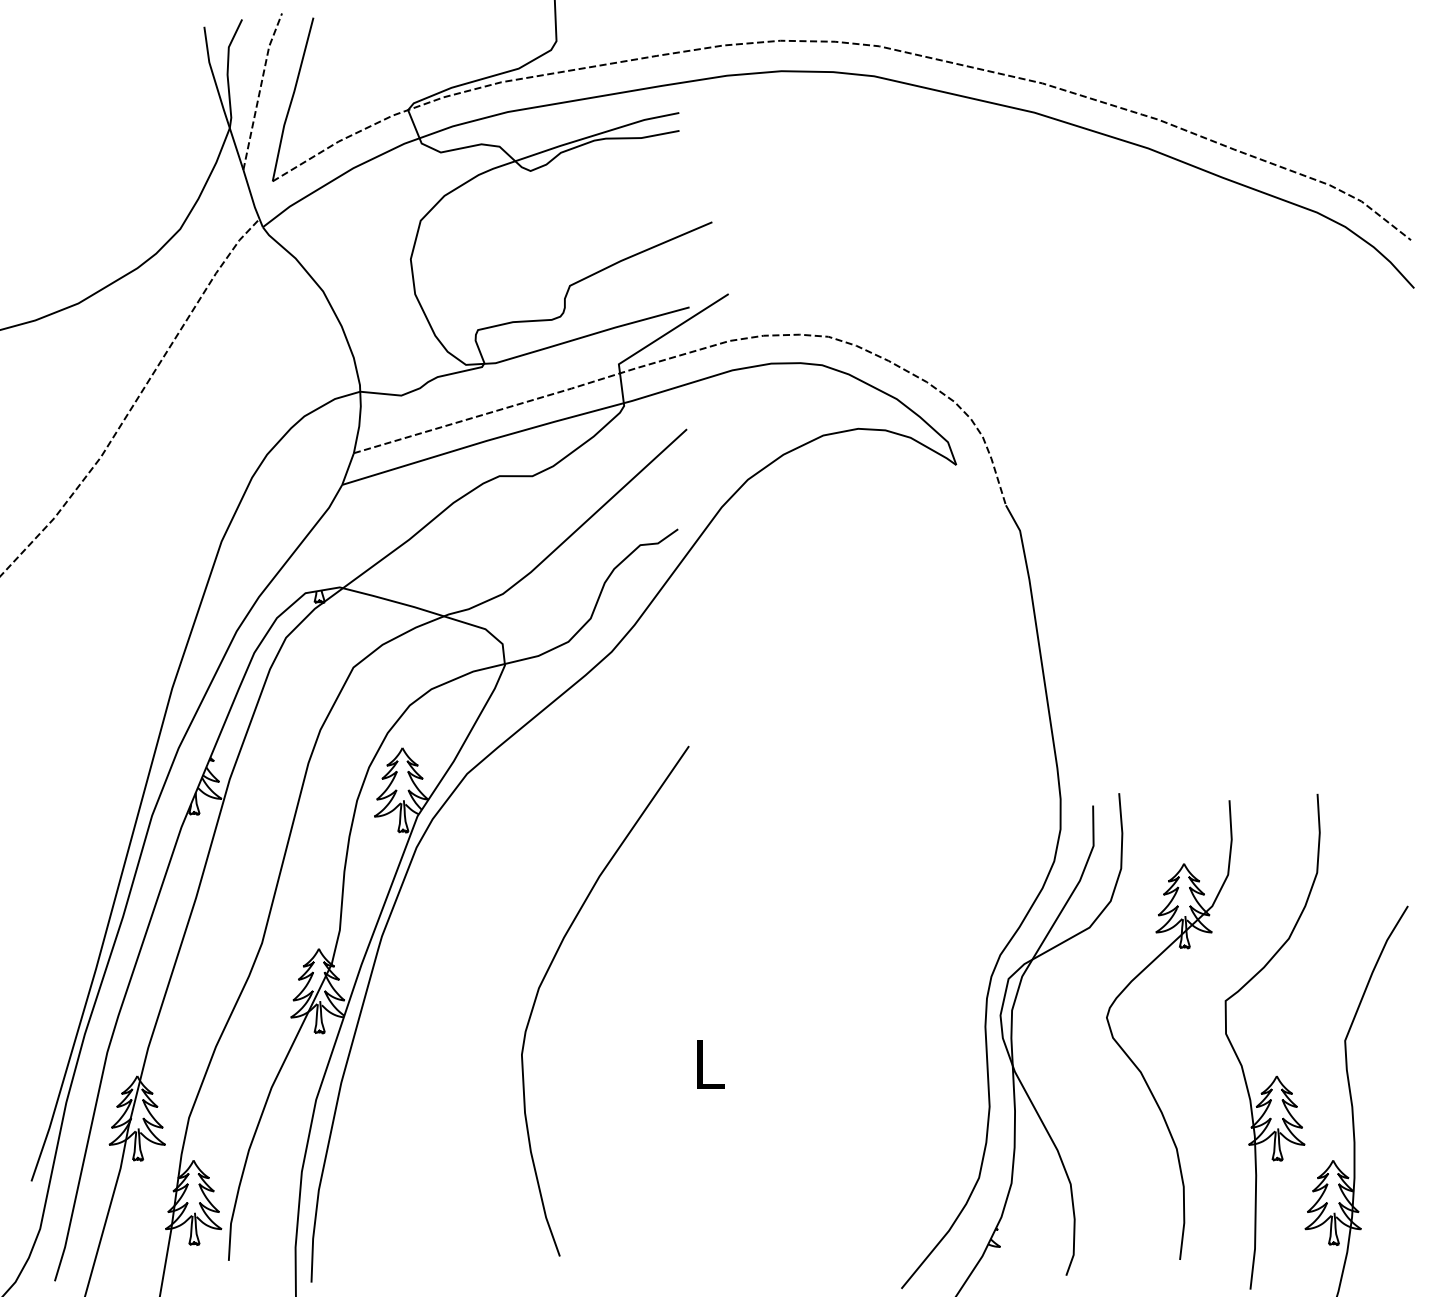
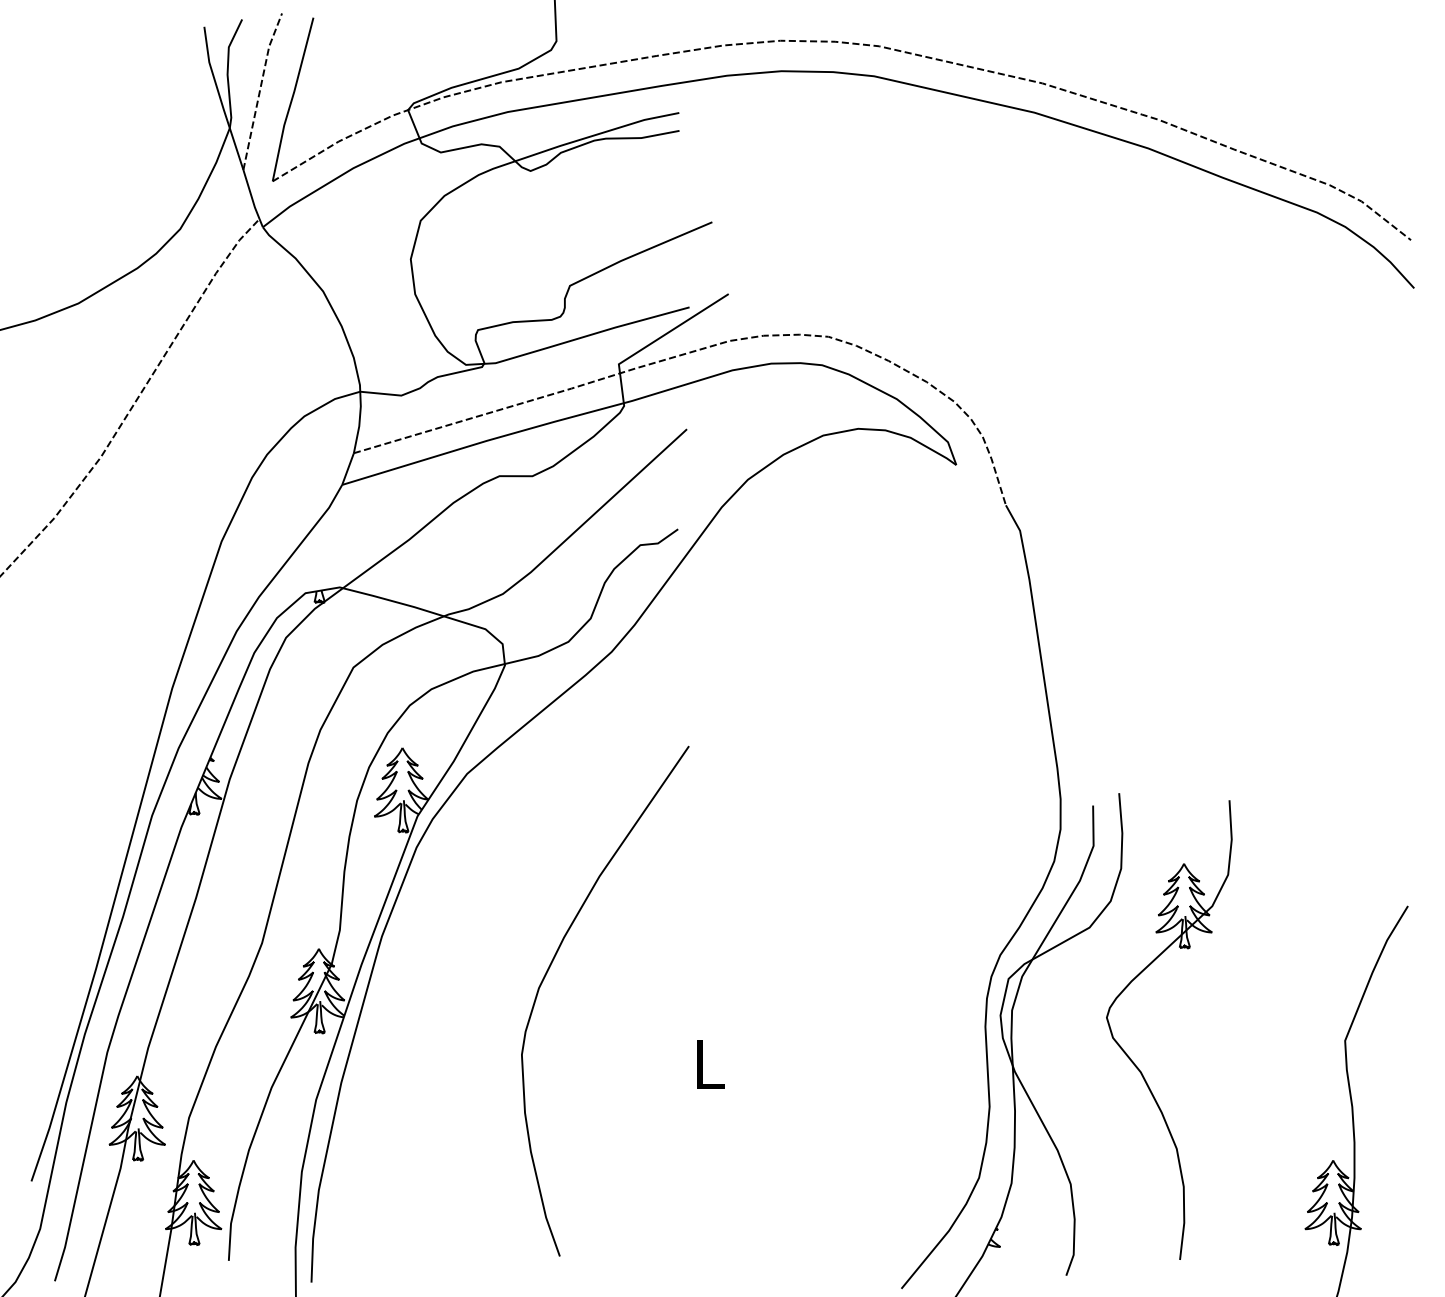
part at (1277, 1075): present -> none
